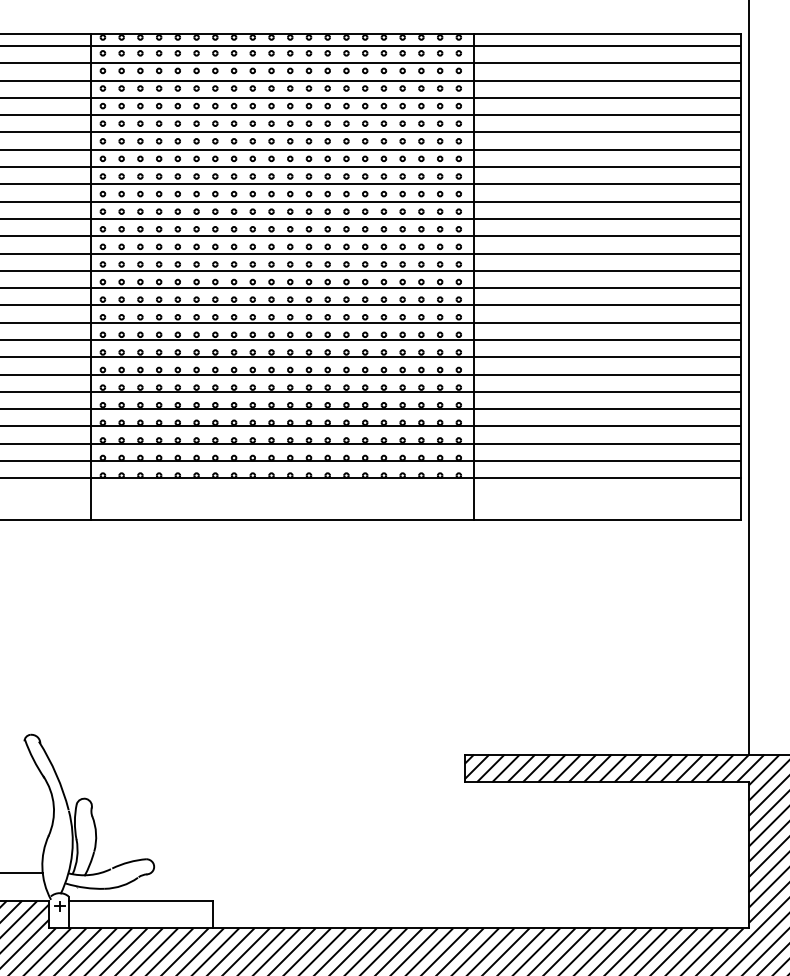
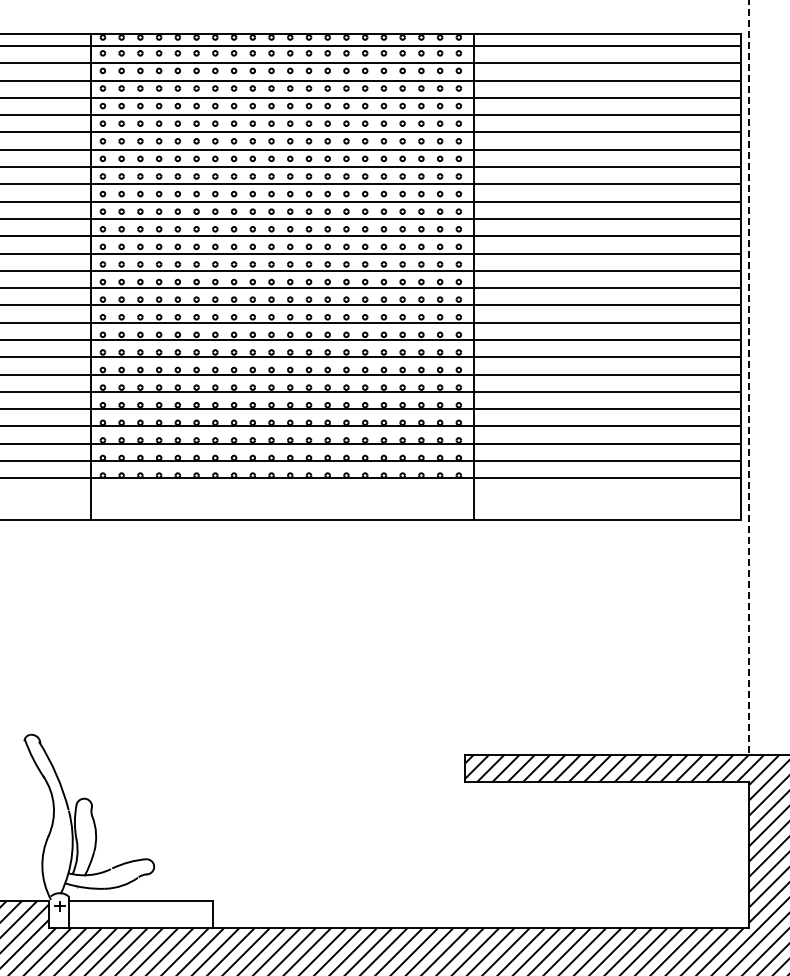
line at (748, 377): solid -> dashed
line at (22, 873): present -> none
